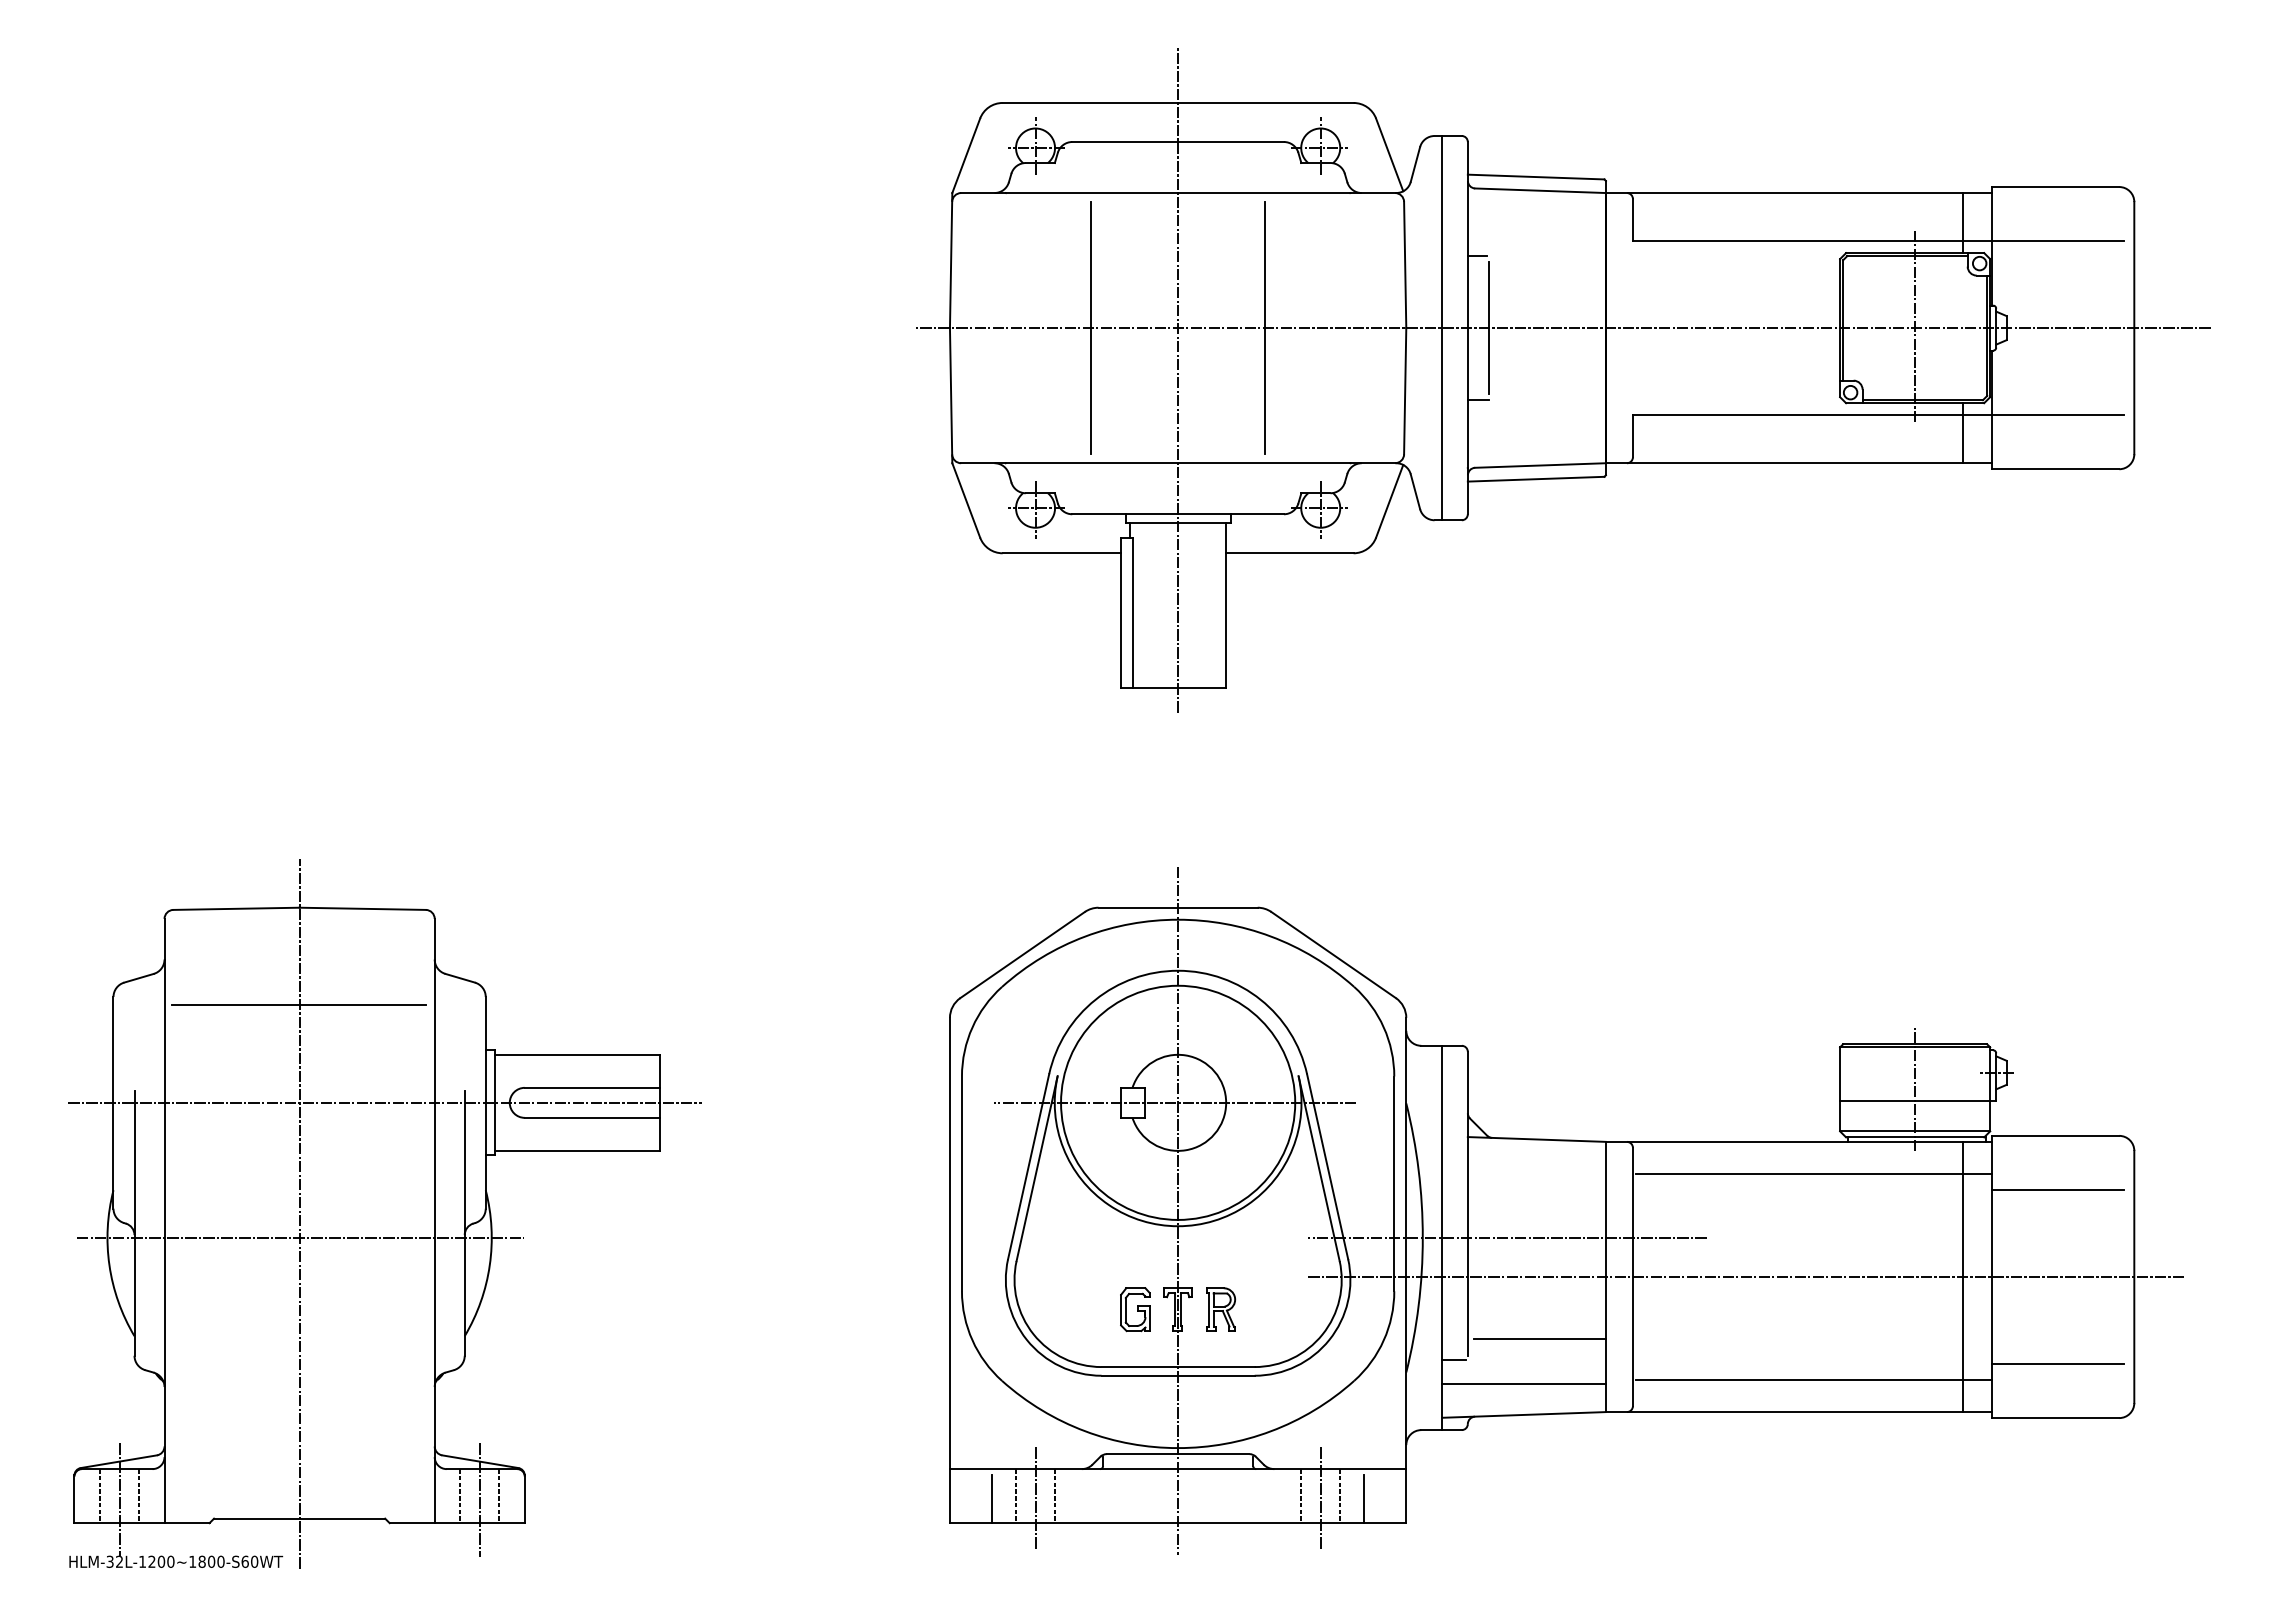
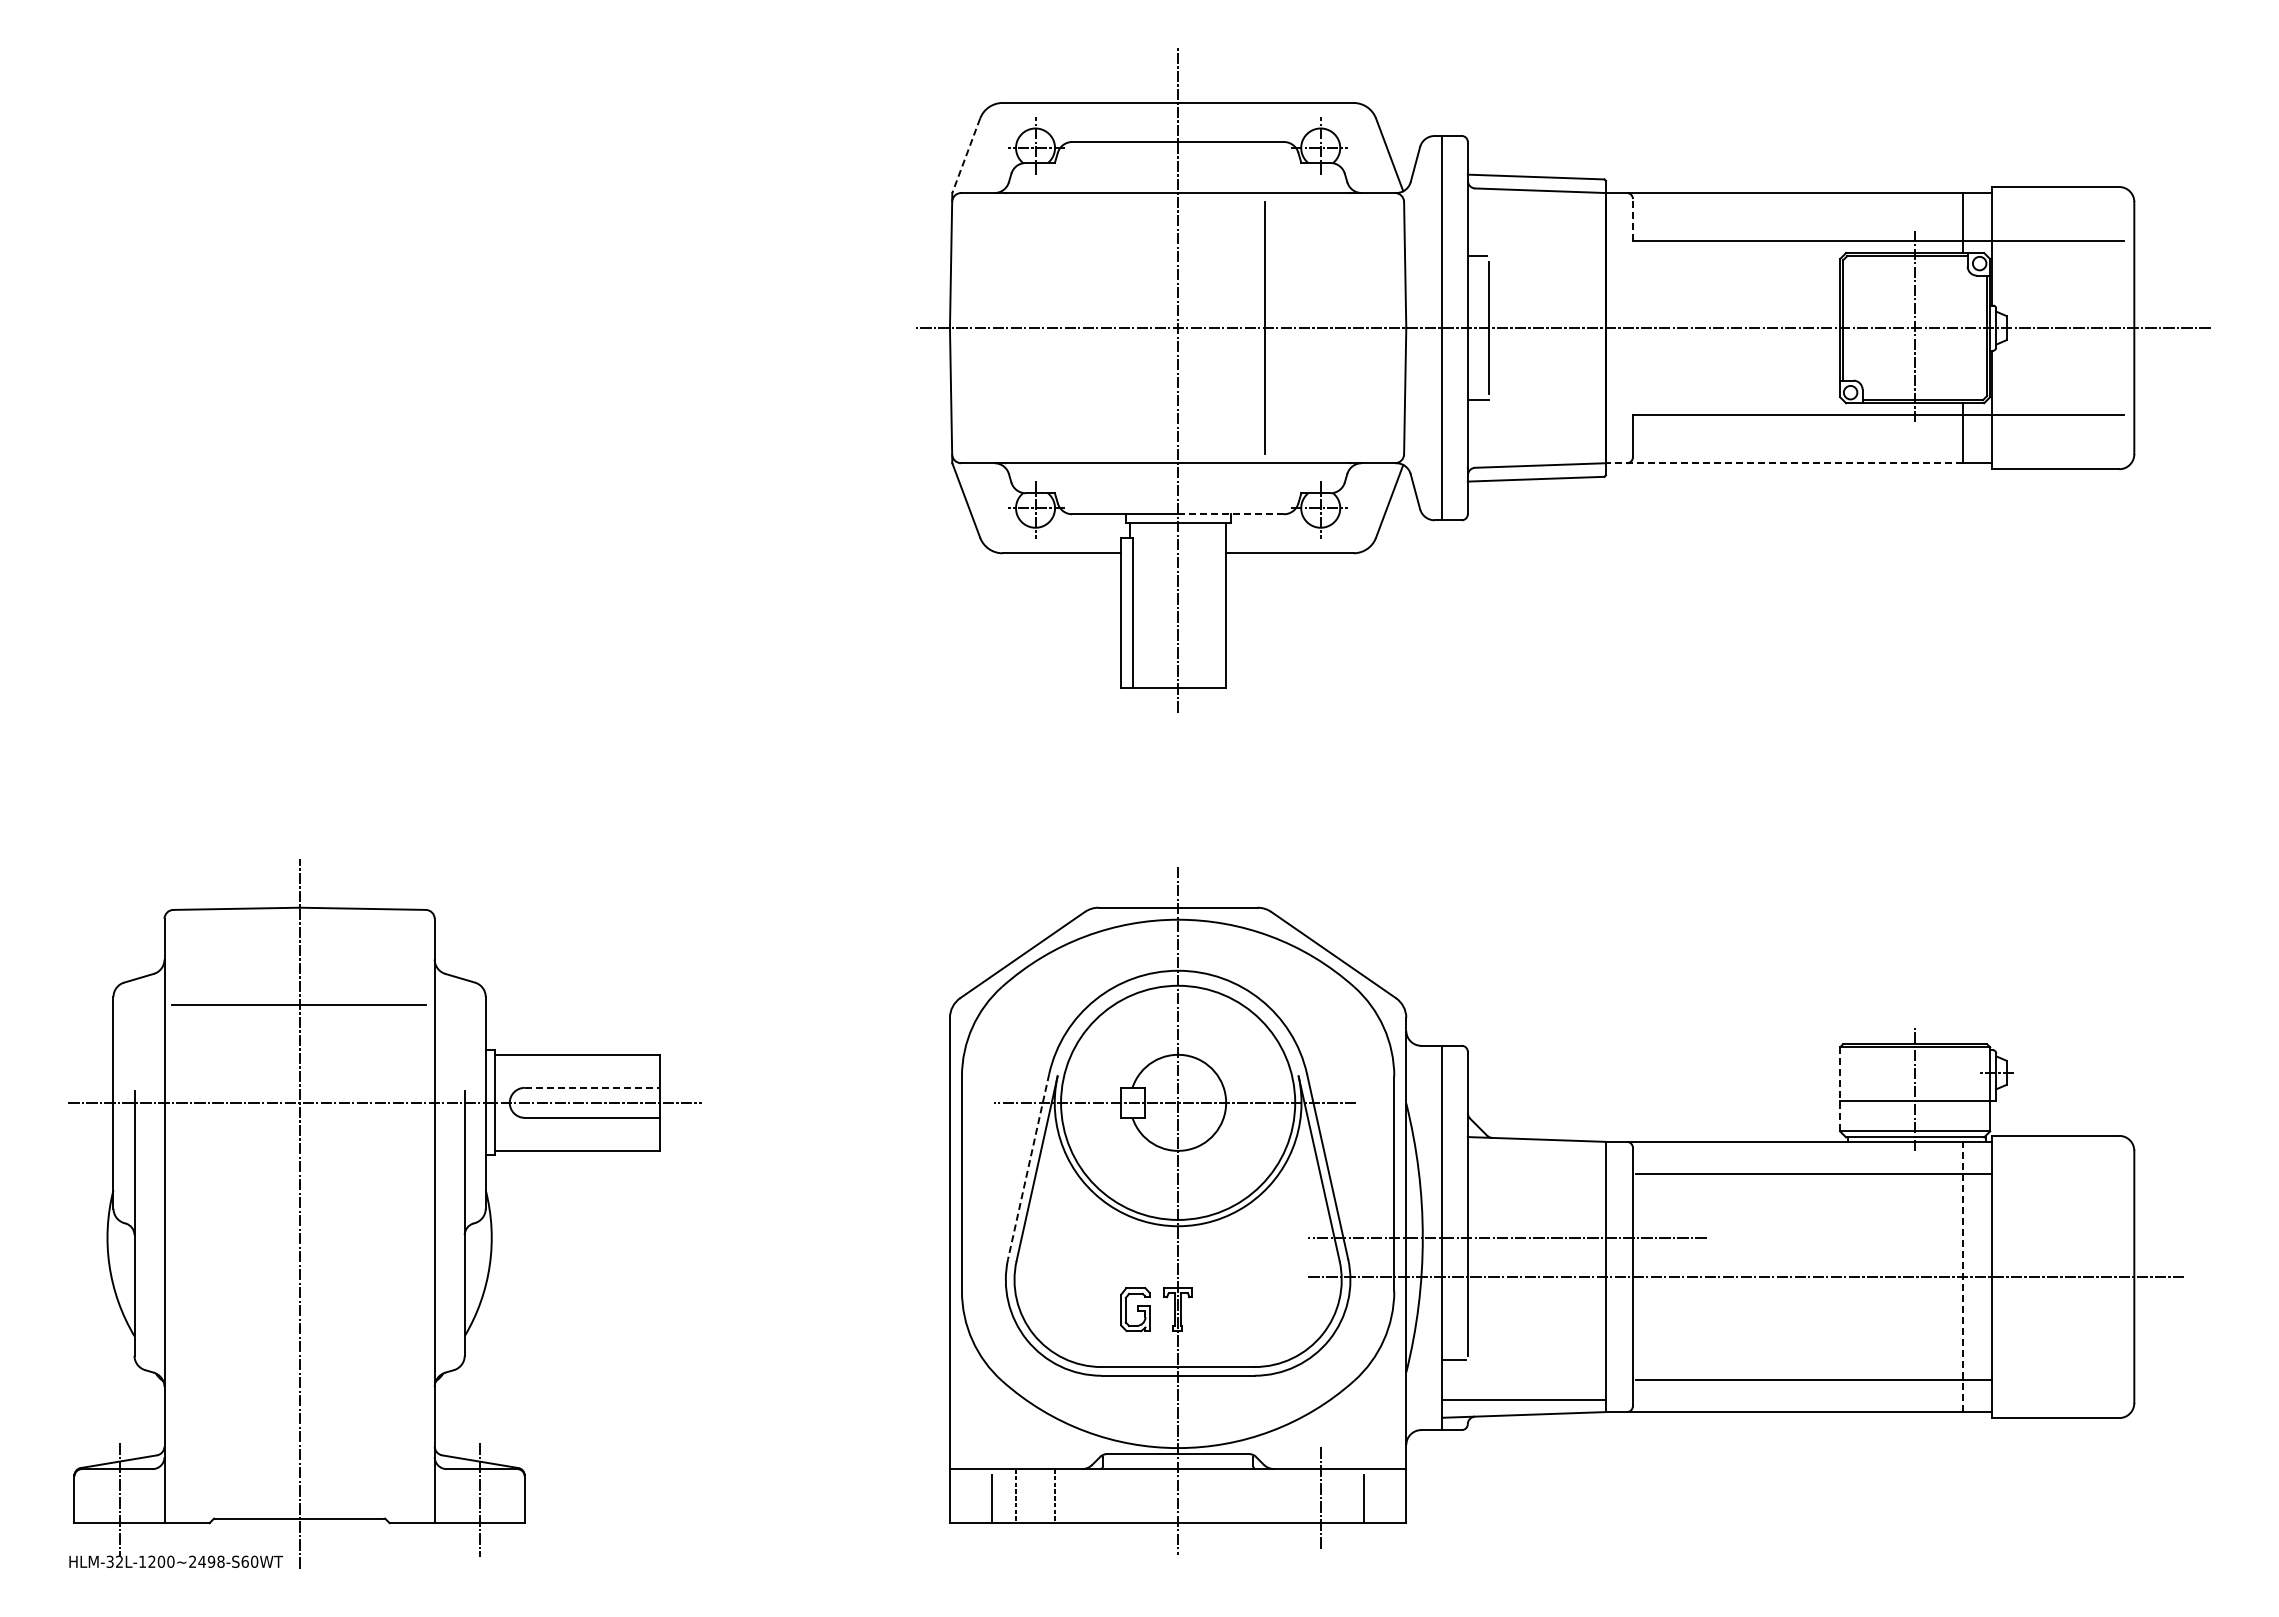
line at (966, 155): solid -> dashed
line at (1632, 219): solid -> dashed
line at (1091, 328): present -> none
line at (1784, 463): solid -> dashed
line at (1231, 514): solid -> dashed
line at (592, 1087): solid -> dashed
line at (1840, 1089): solid -> dashed
line at (1028, 1166): solid -> dashed
line at (2057, 1189): present -> none
line at (300, 1237): present -> none
line at (1963, 1276): solid -> dashed
part at (1221, 1309): present -> none
line at (1539, 1338): present -> none
line at (2057, 1364): present -> none
line at (1523, 1383) position: (1523, 1383) -> (1523, 1399)
line at (99, 1496): present -> none
line at (139, 1496): present -> none
line at (460, 1496): present -> none
line at (499, 1496): present -> none
line at (1301, 1496): present -> none
line at (1340, 1496): present -> none
line at (1035, 1497): present -> none
text at (206, 1561): HLM-32L-1200~1800-S60WT -> HLM-32L-1200~2498-S60WT
